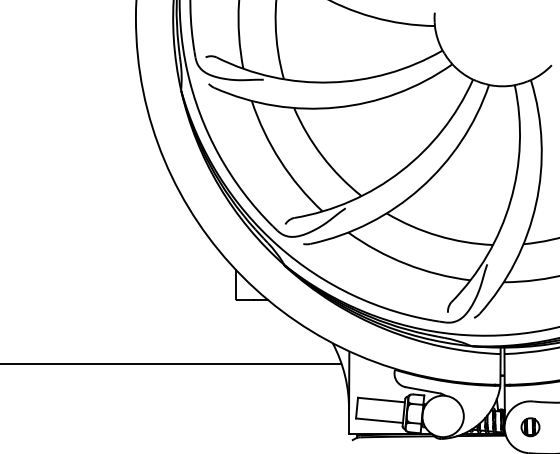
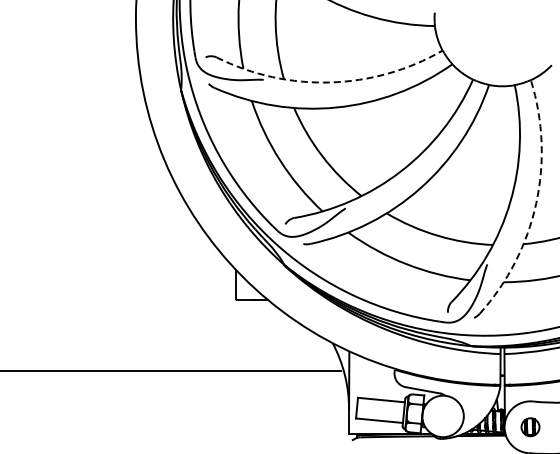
arc at (330, 82): solid -> dashed
arc at (536, 203): solid -> dashed
line at (171, 364) position: (171, 364) -> (171, 371)
